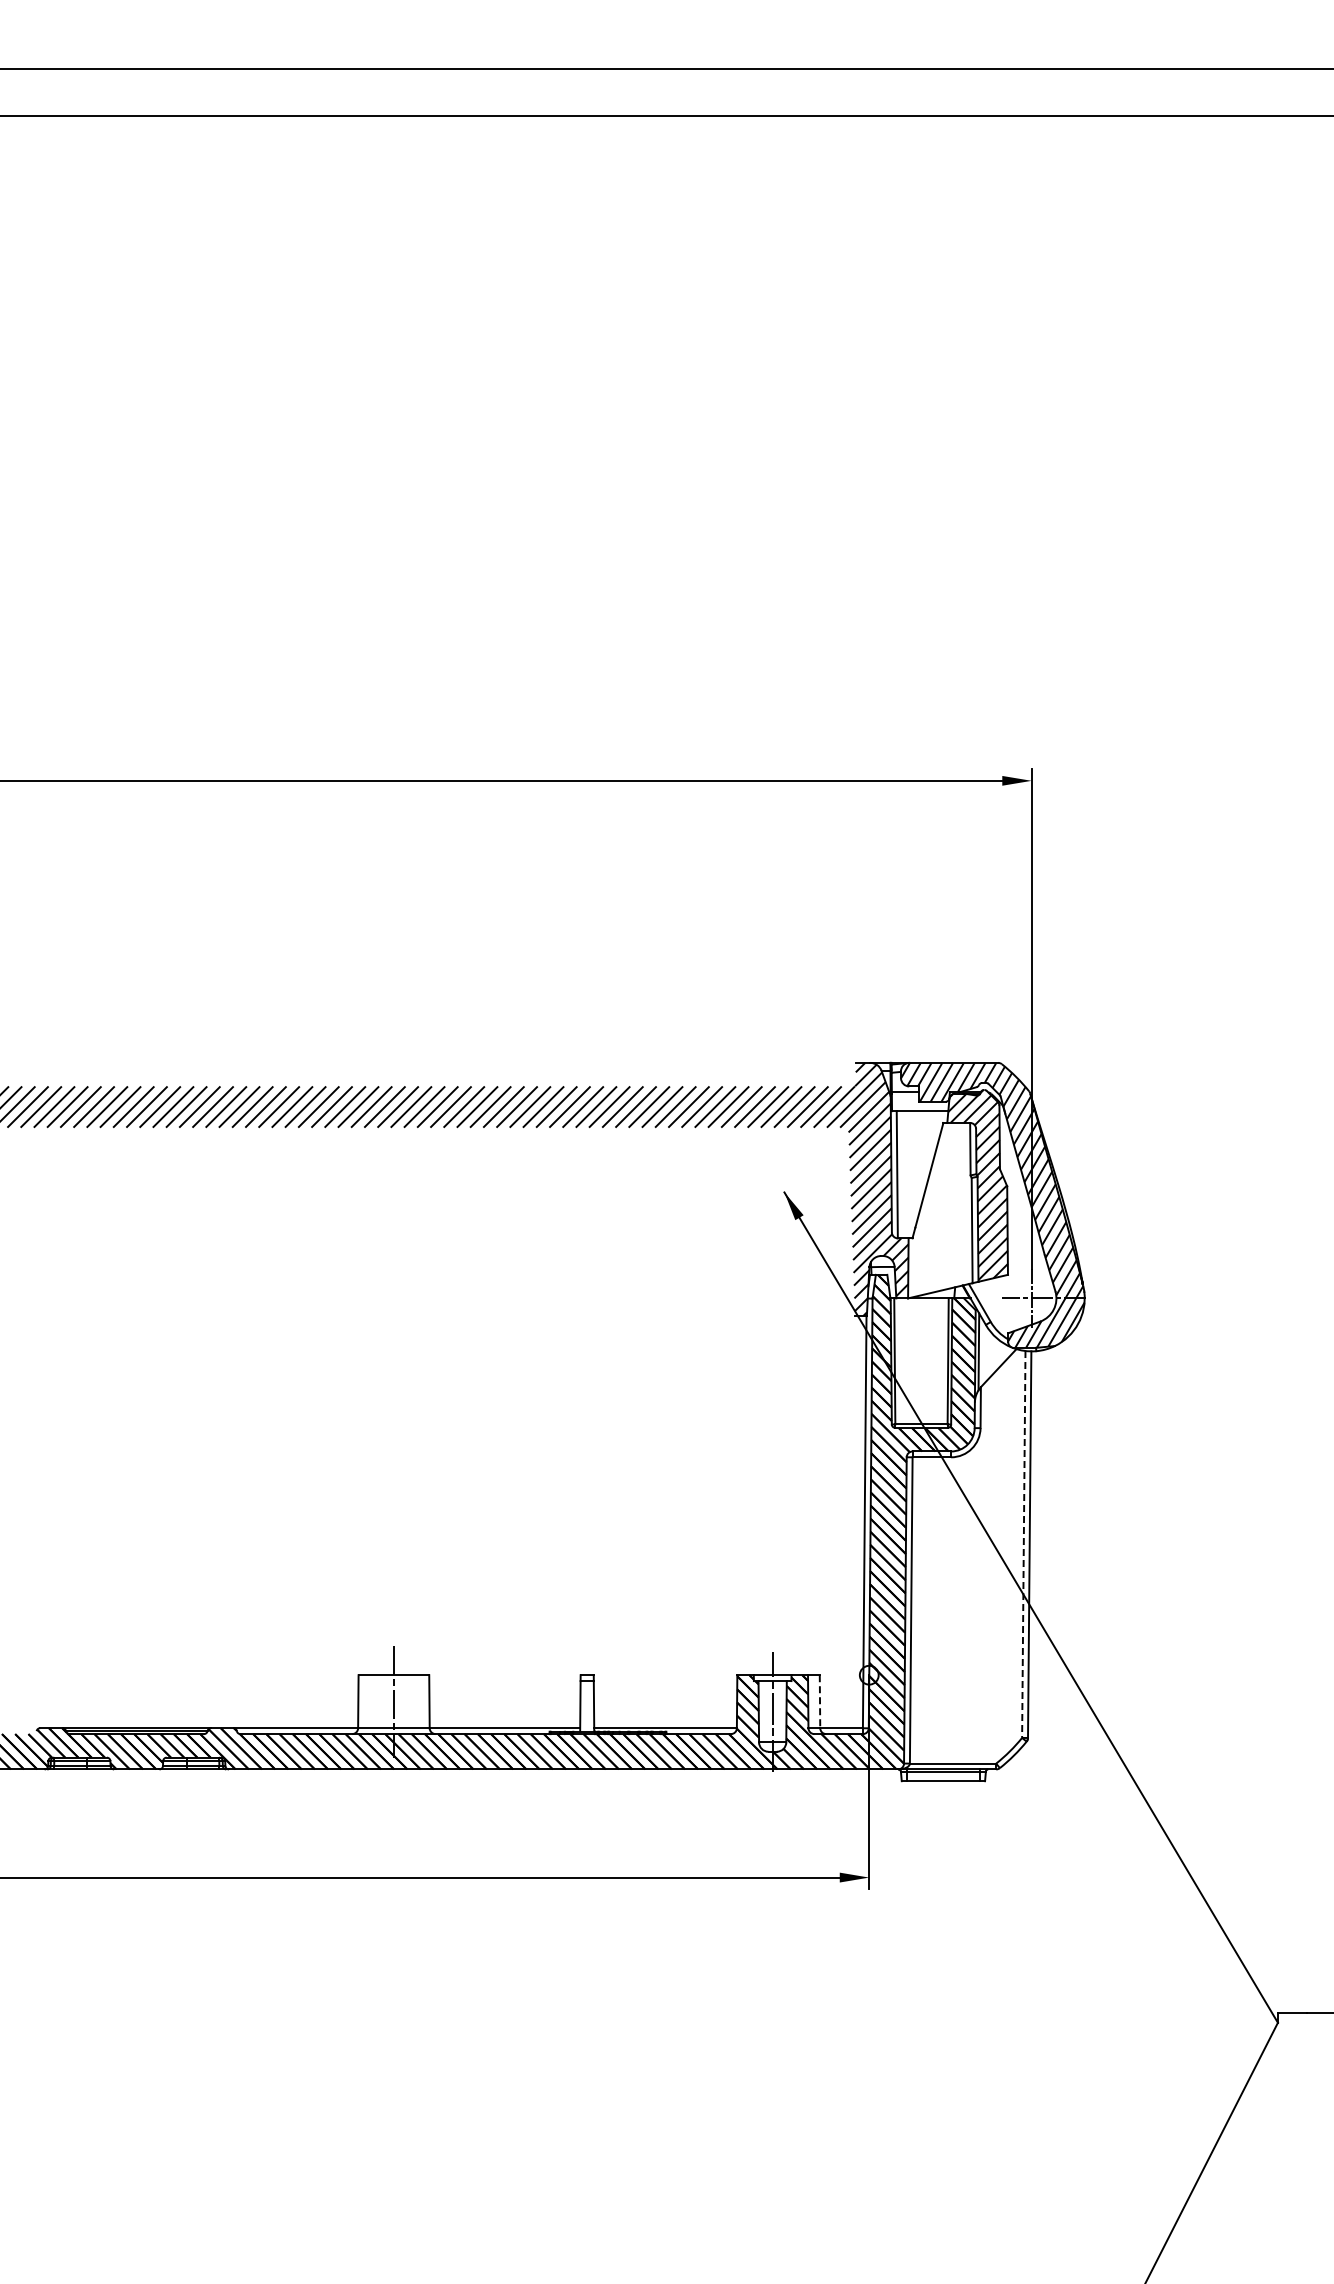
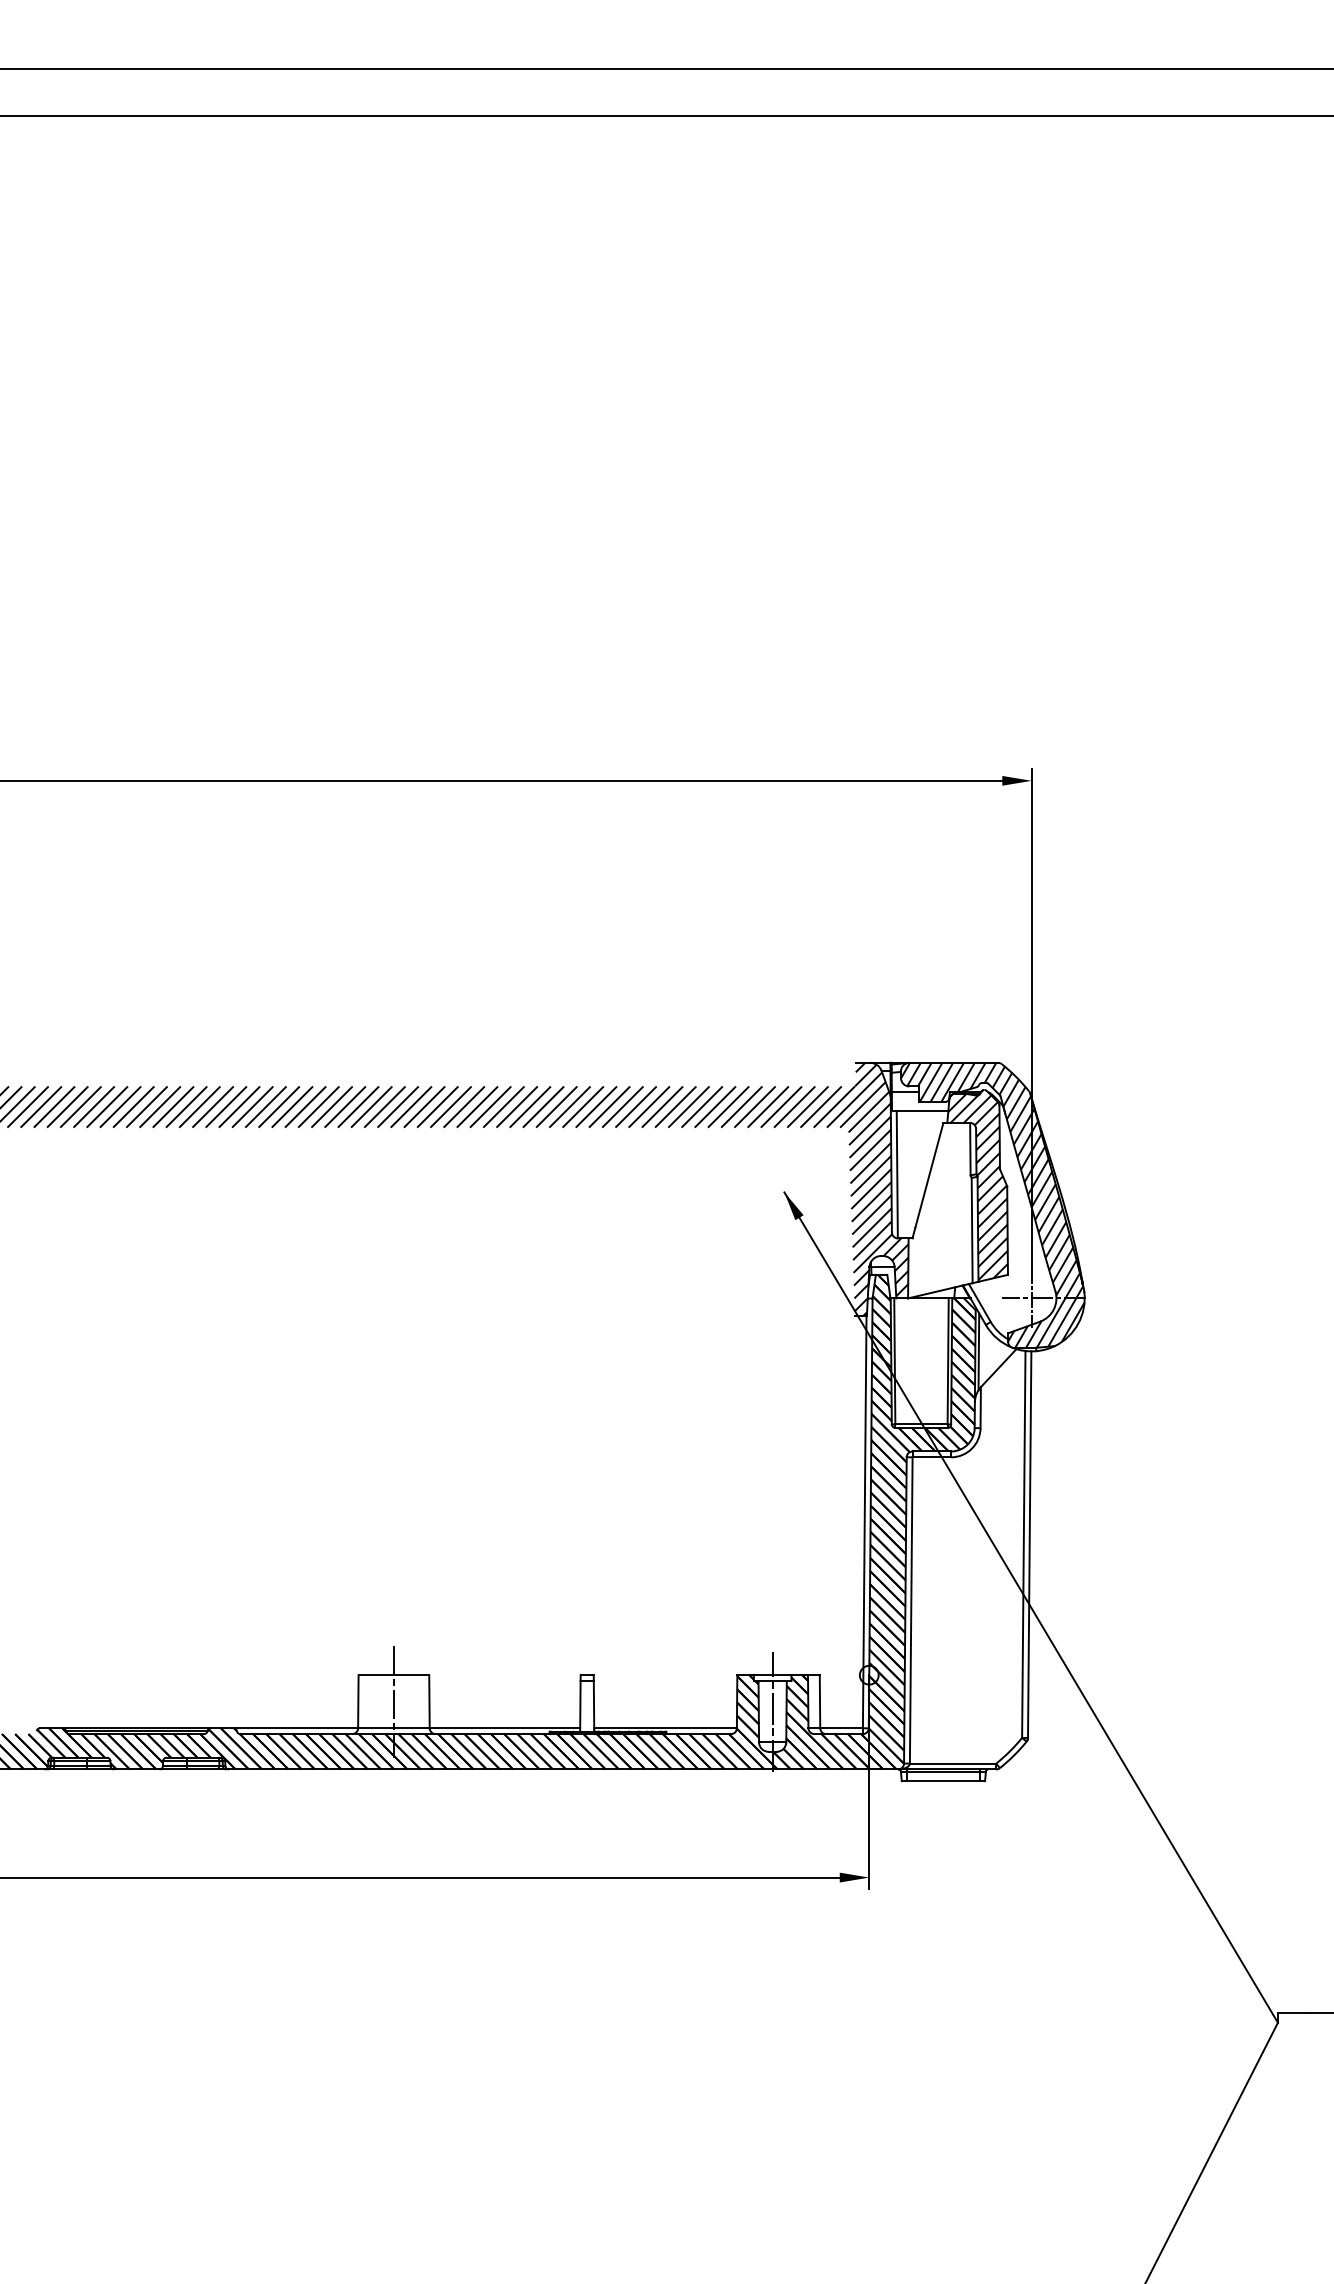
line at (1023, 1544): dashed -> solid
line at (820, 1701): dashed -> solid
